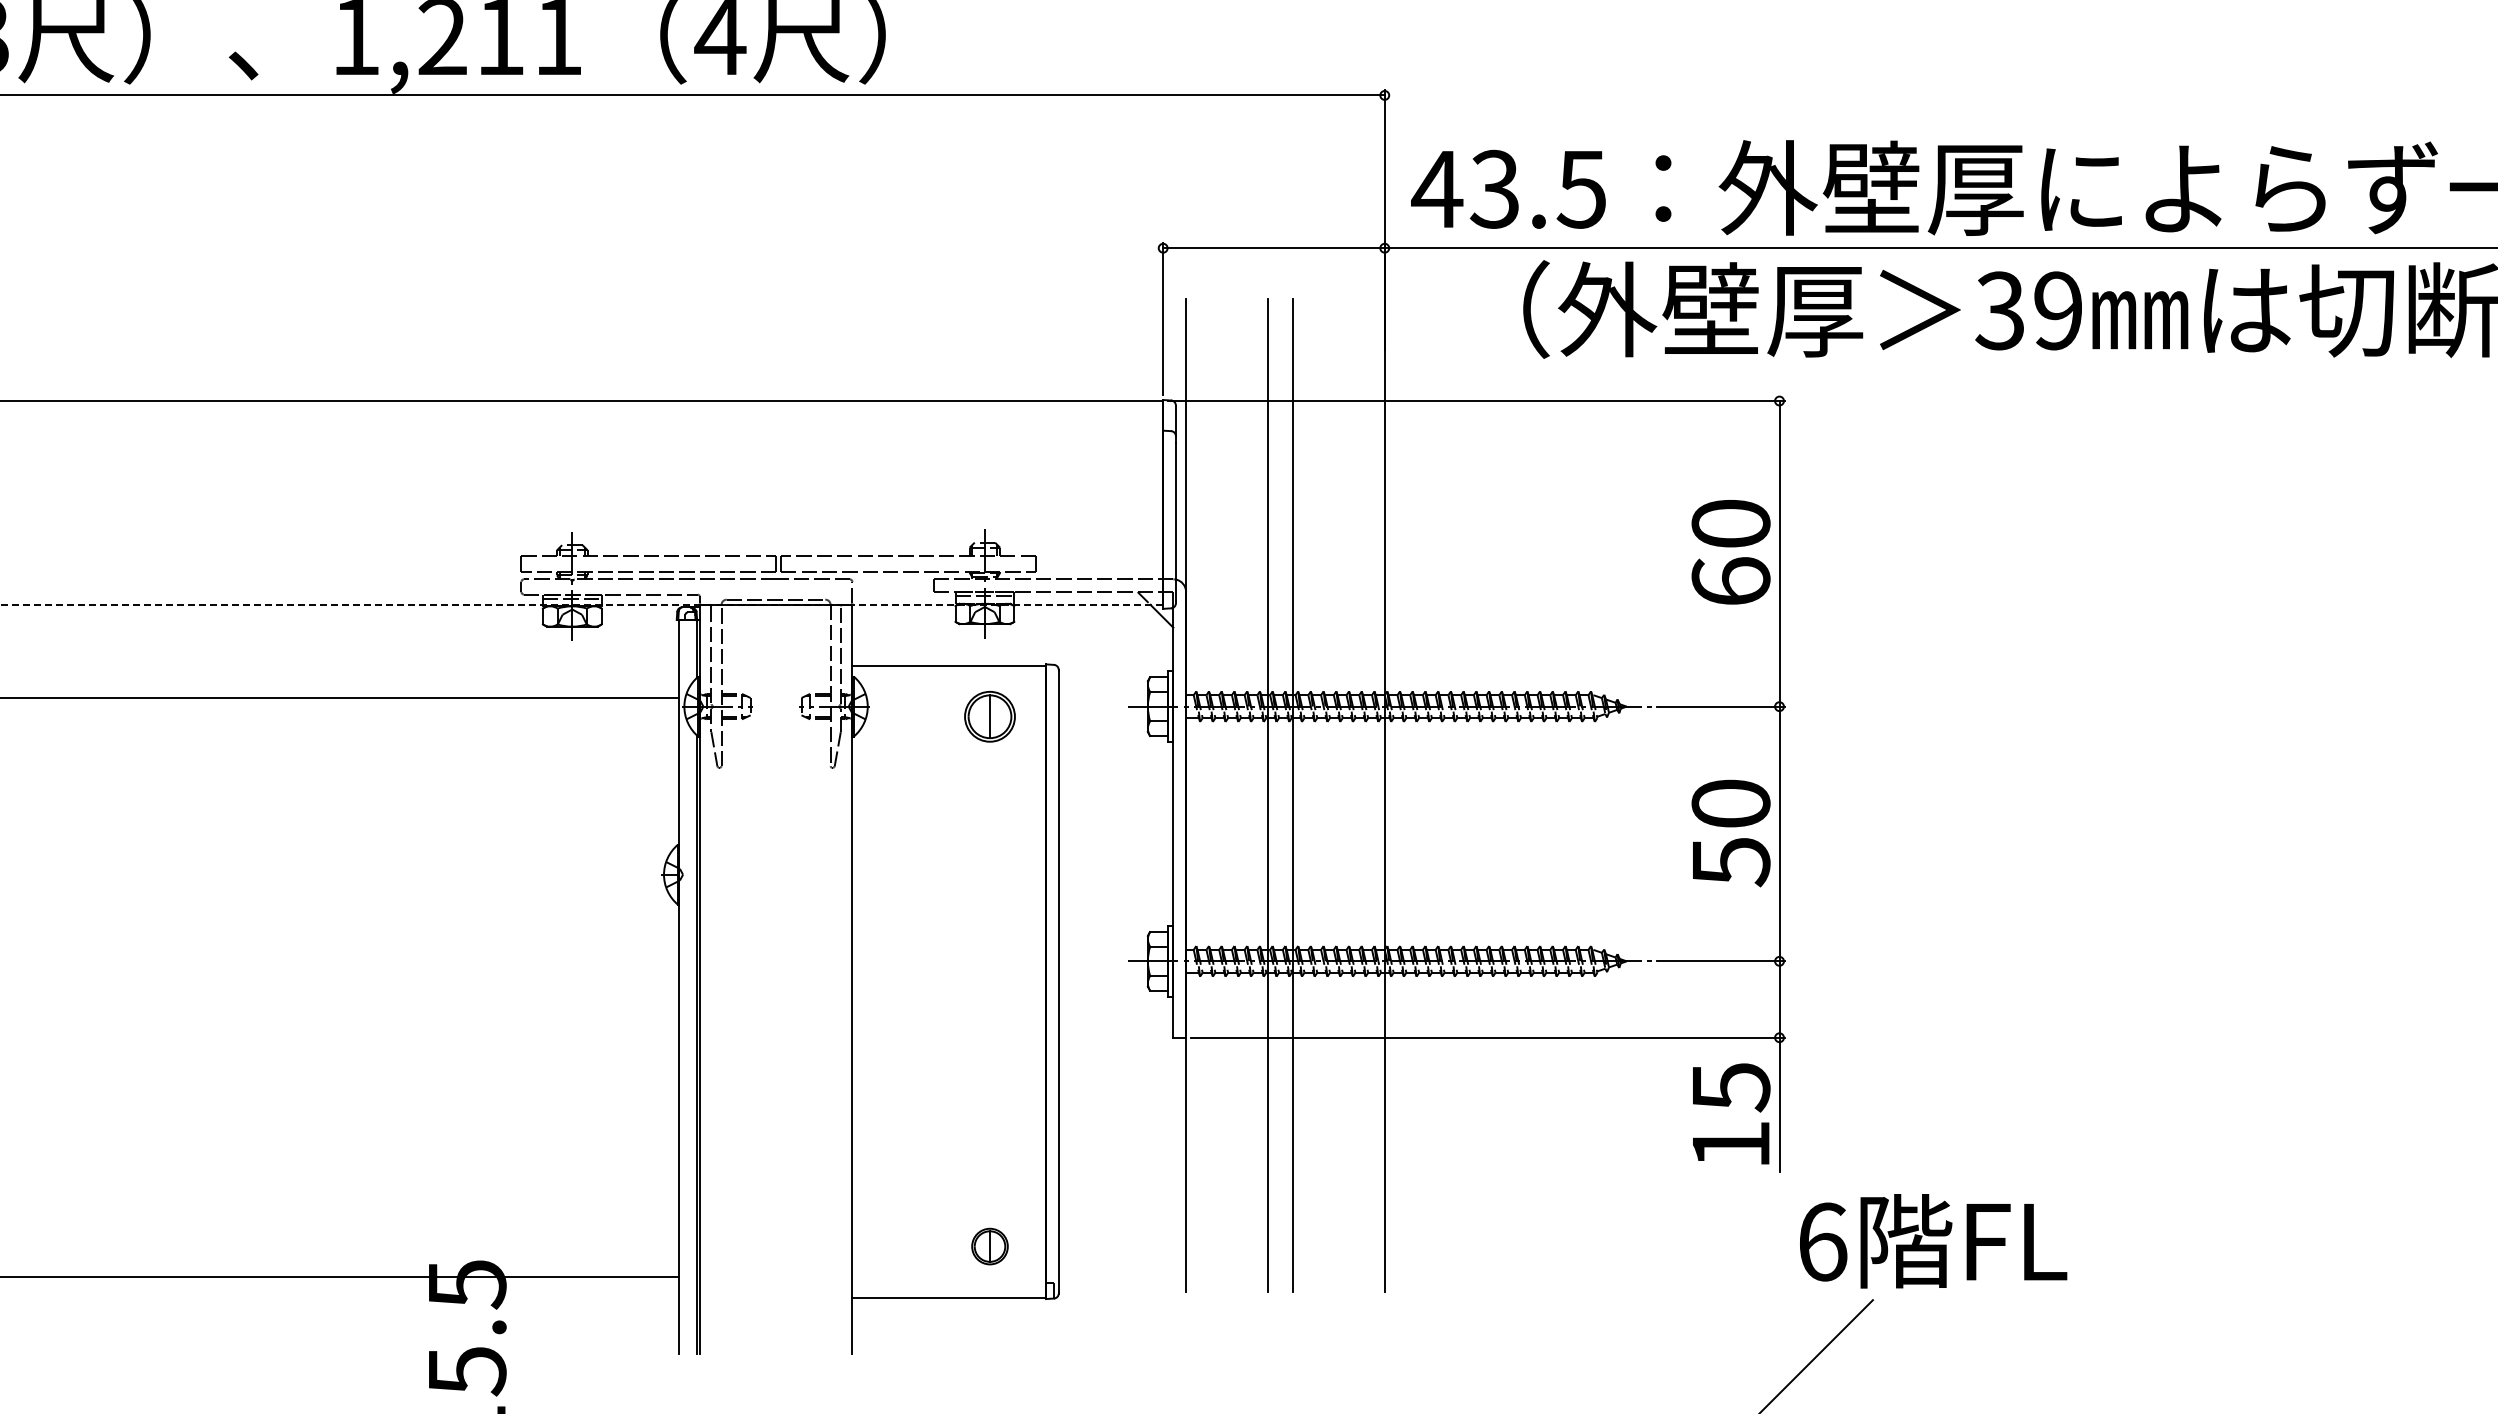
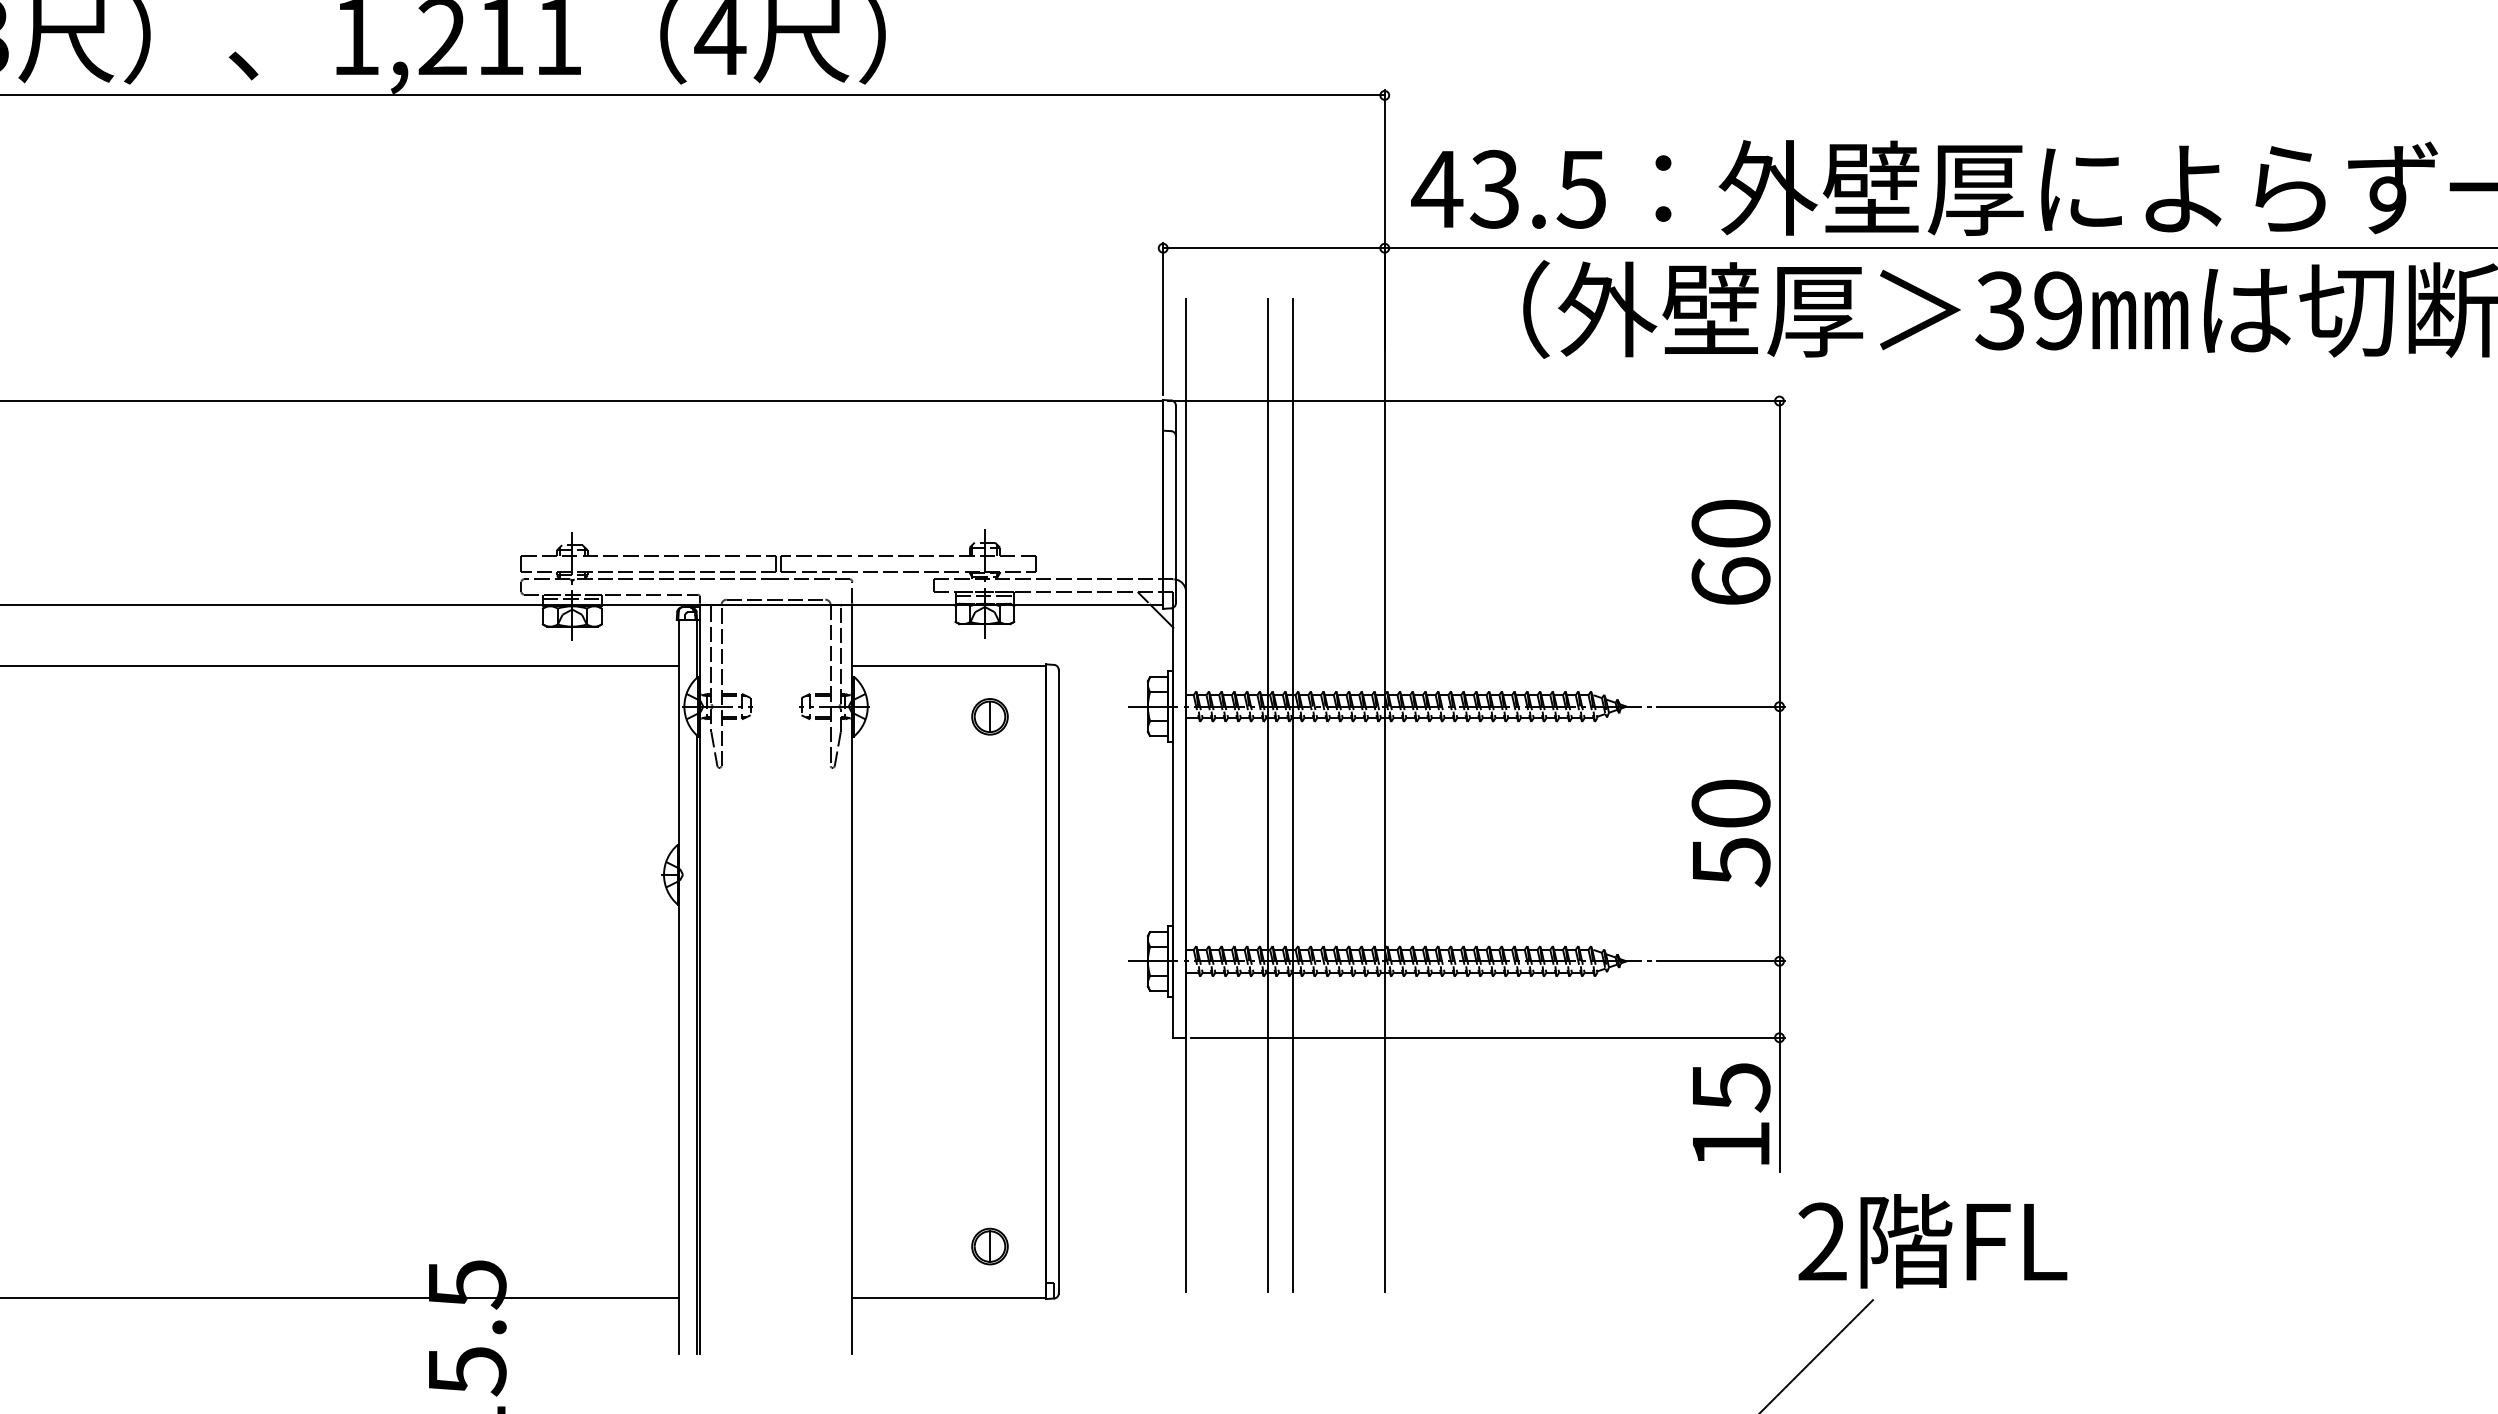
line at (581, 604): dashed -> solid
line at (340, 697) position: (340, 697) -> (340, 665)
part at (989, 716) size: 52x52 px -> 38x38 px
text at (1822, 1241): 6 -> 2
line at (340, 1276) position: (340, 1276) -> (340, 1297)
